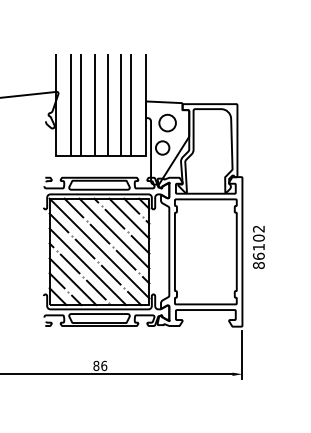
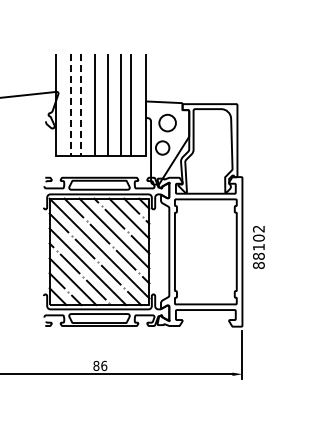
line at (71, 104): solid -> dashed
line at (81, 104): solid -> dashed
text at (258, 255): 86102 -> 88102
